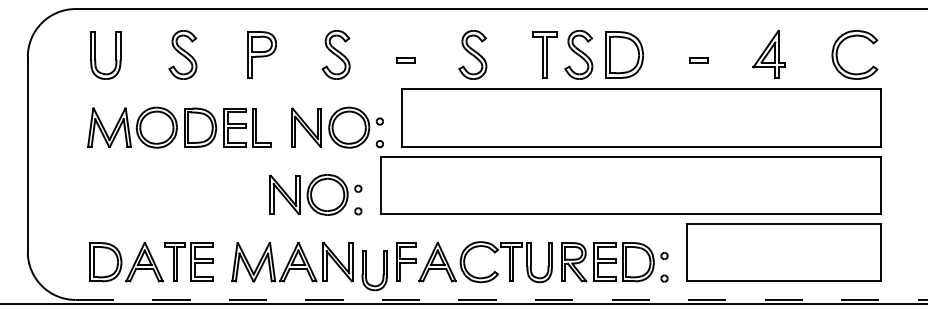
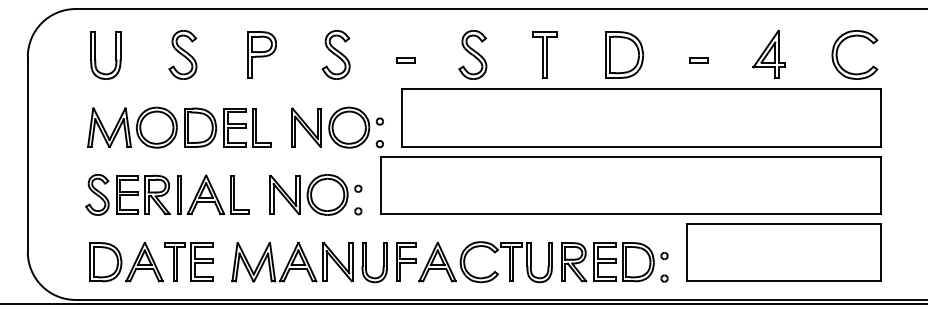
part at (578, 54): present -> none
part at (167, 194): none -> present
part at (366, 270) position: (366, 270) -> (366, 262)
line at (501, 299): dashed -> solid
